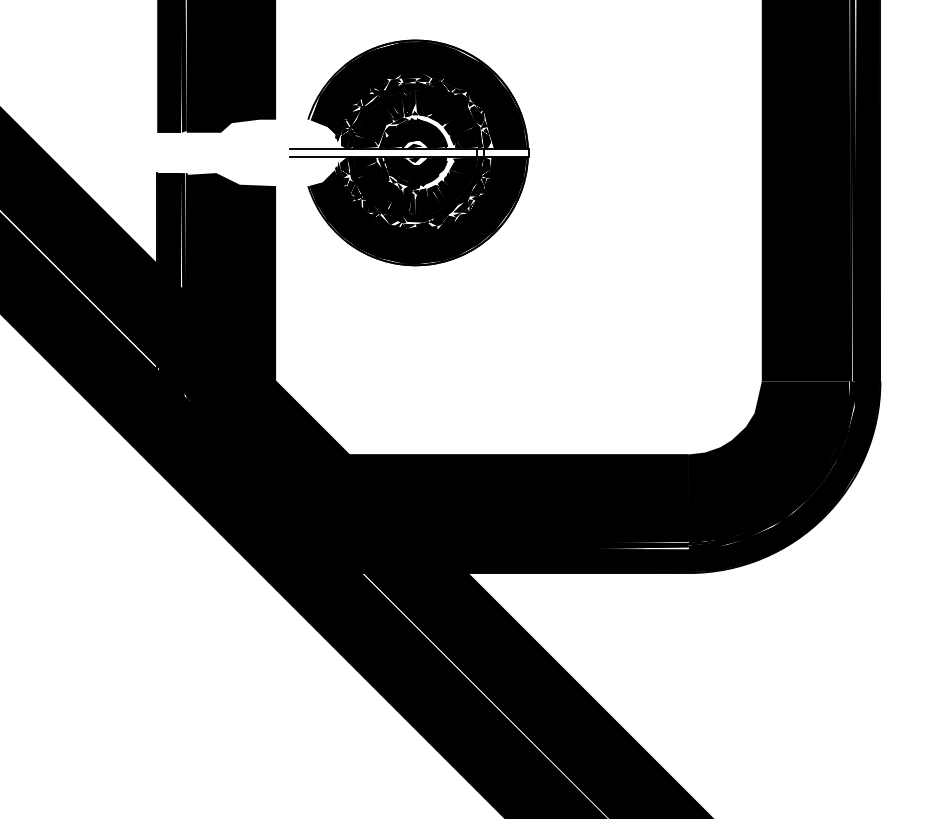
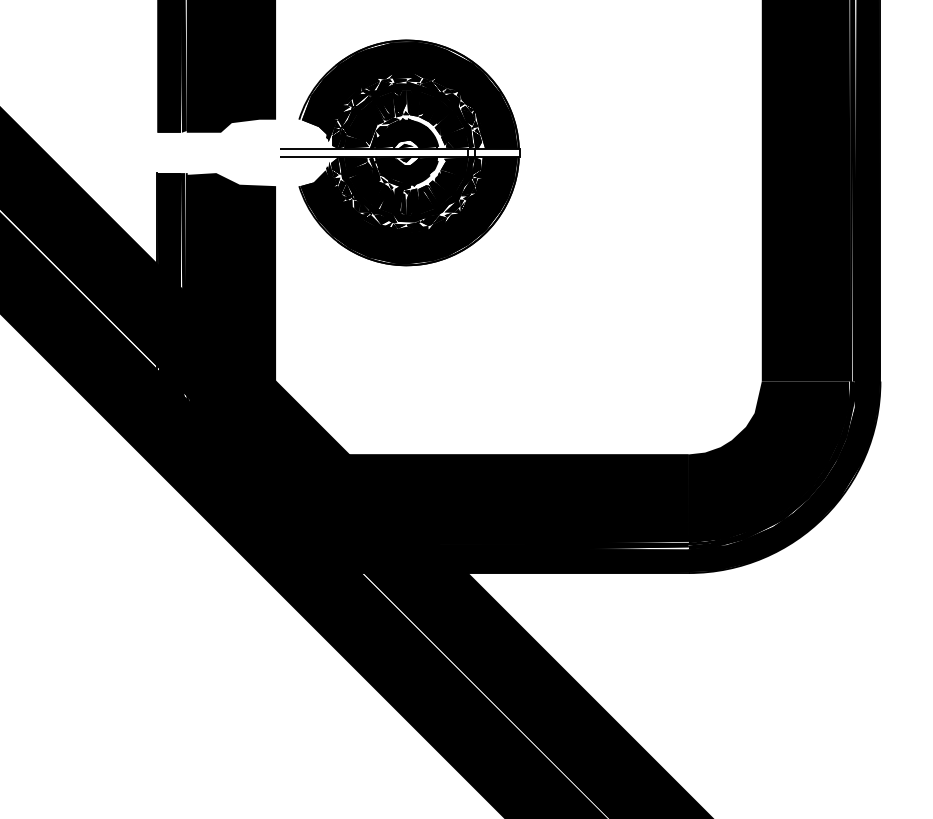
part at (409, 152) position: (409, 152) -> (400, 152)
